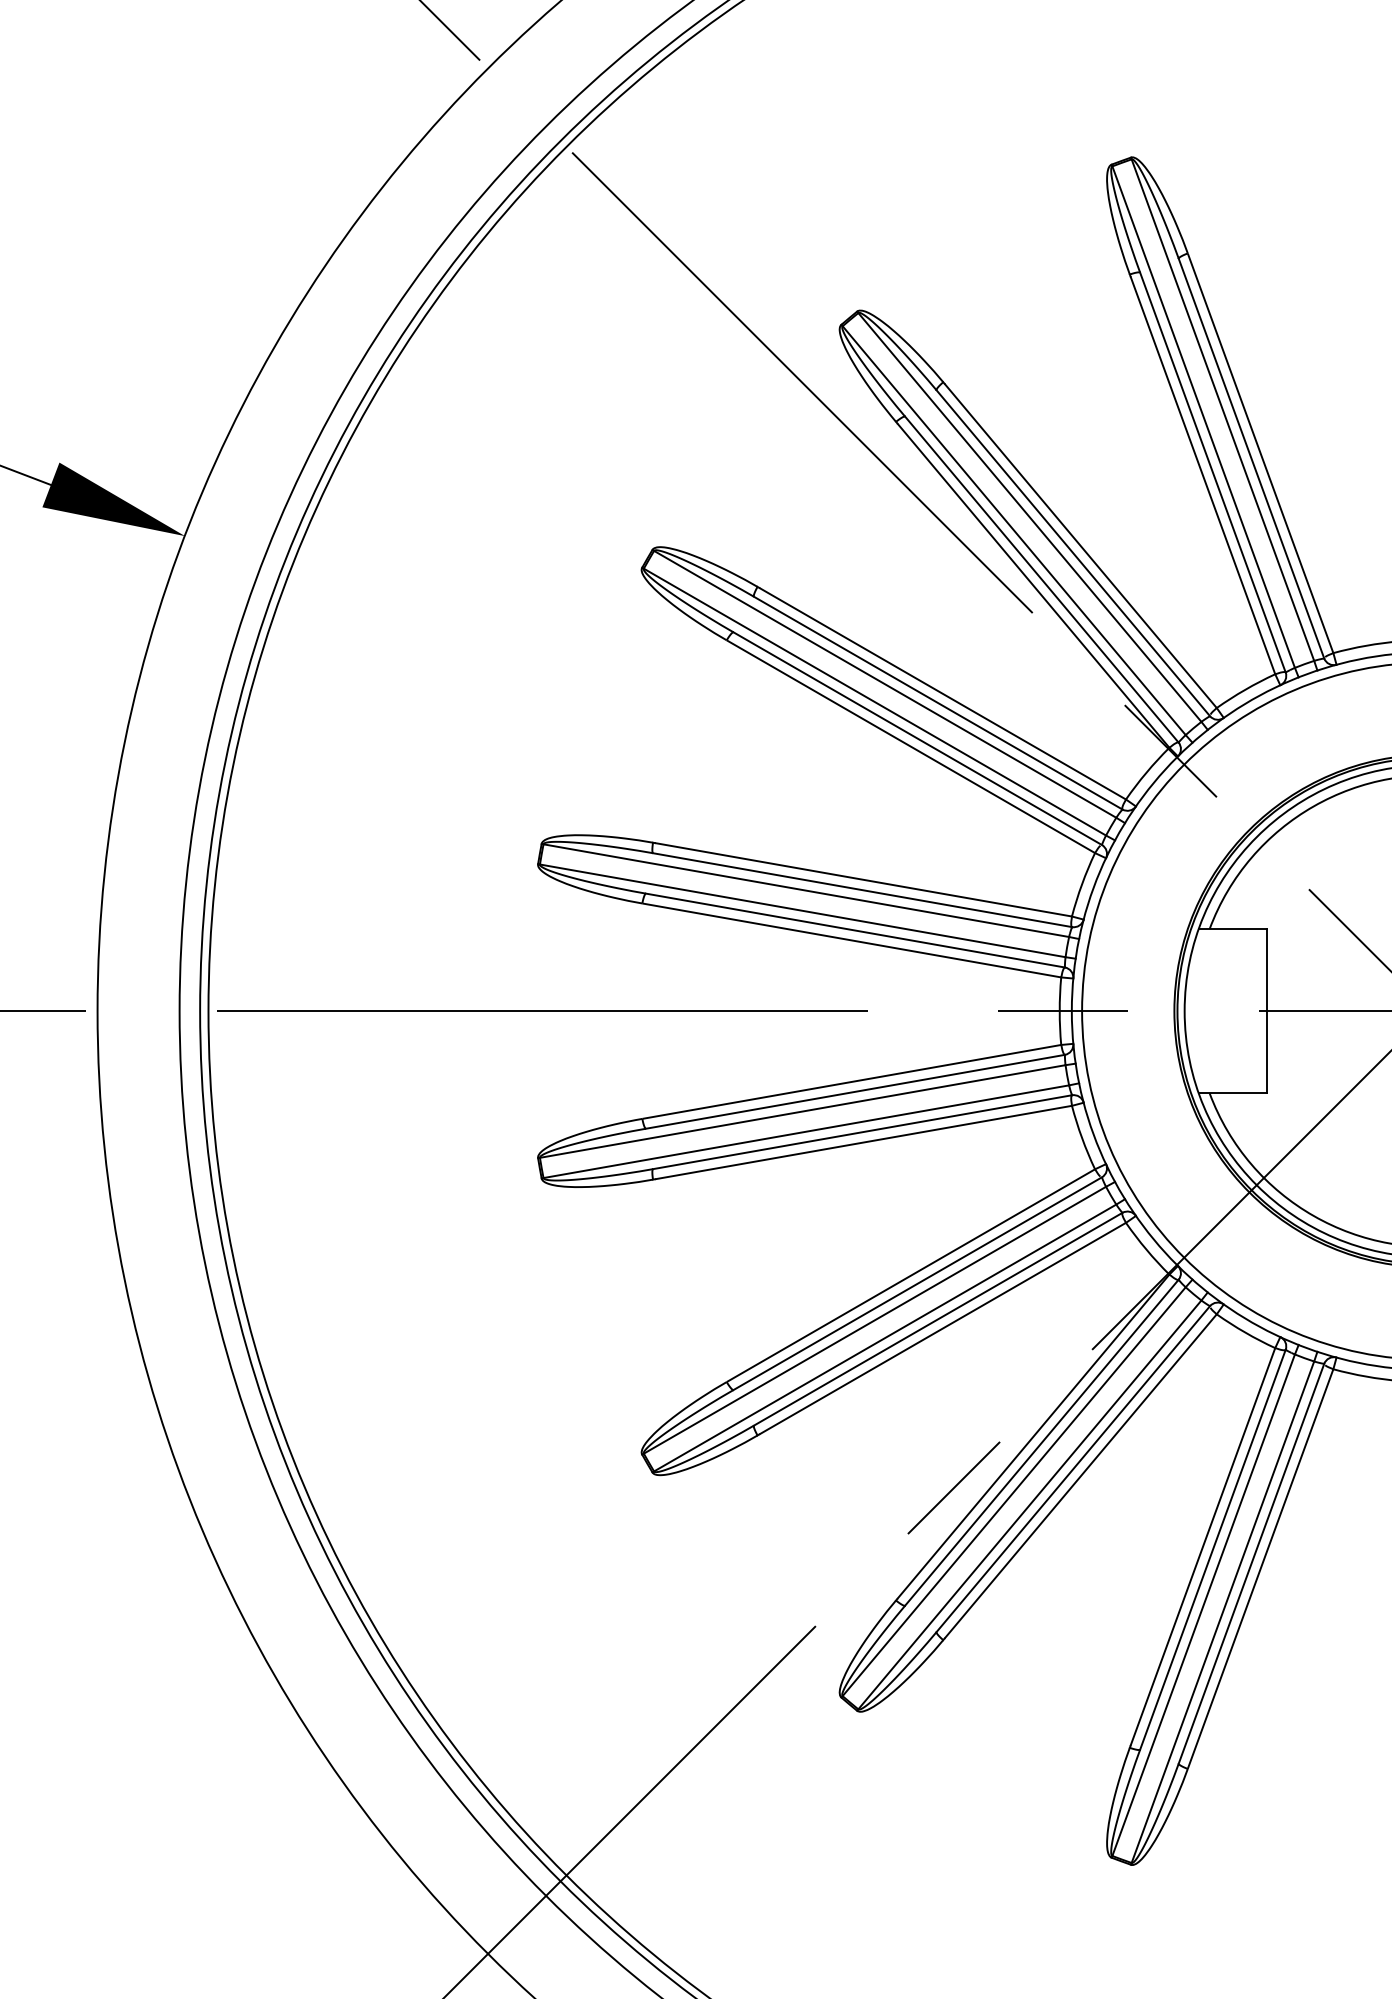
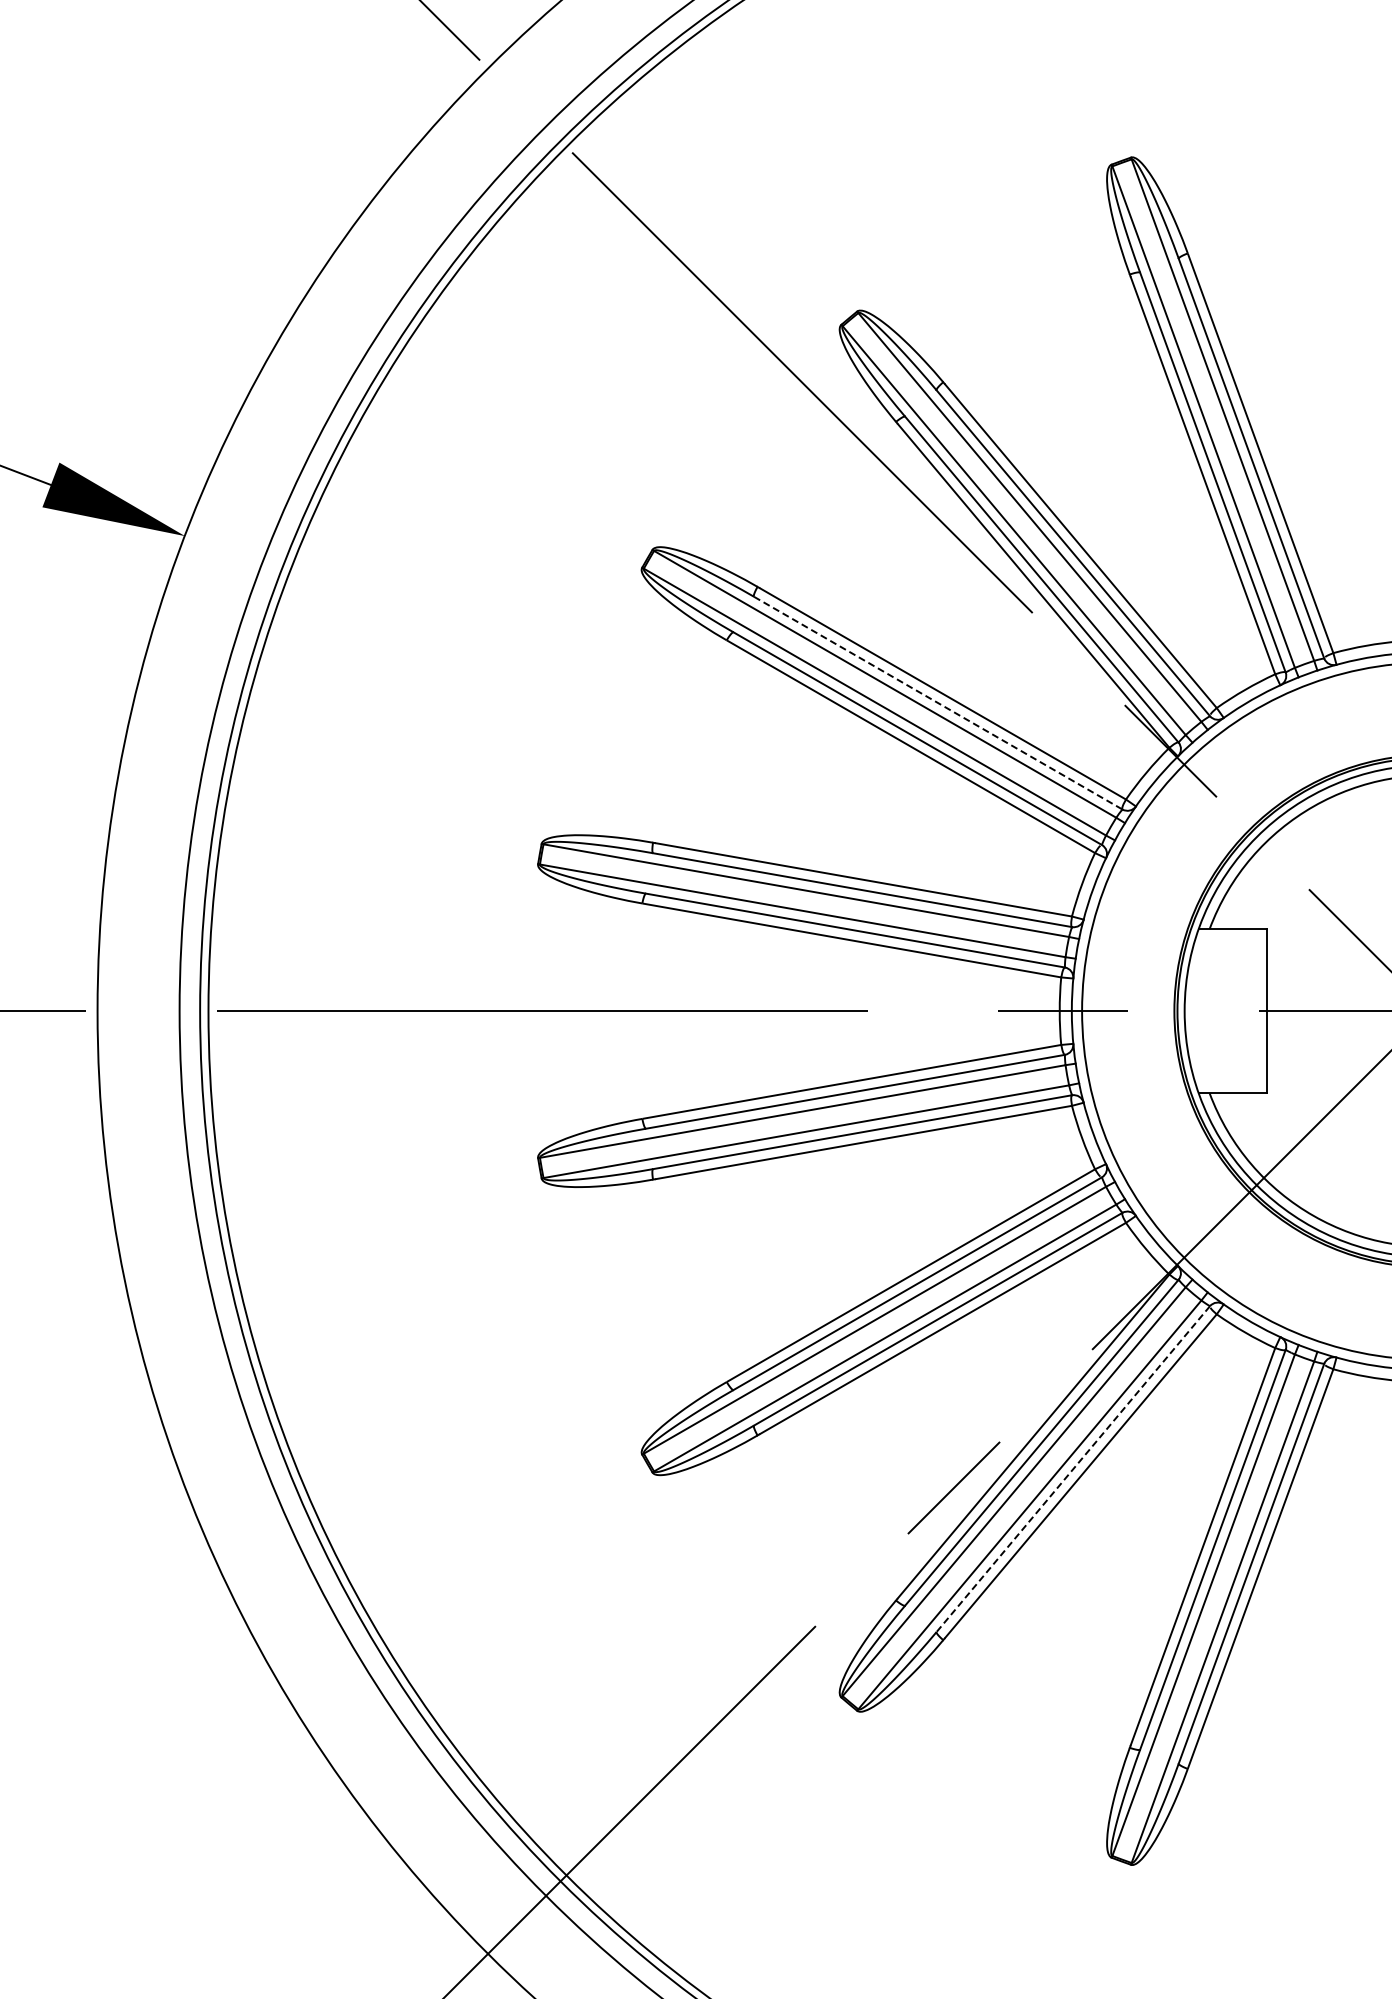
line at (938, 703): solid -> dashed
line at (1073, 1469): solid -> dashed
